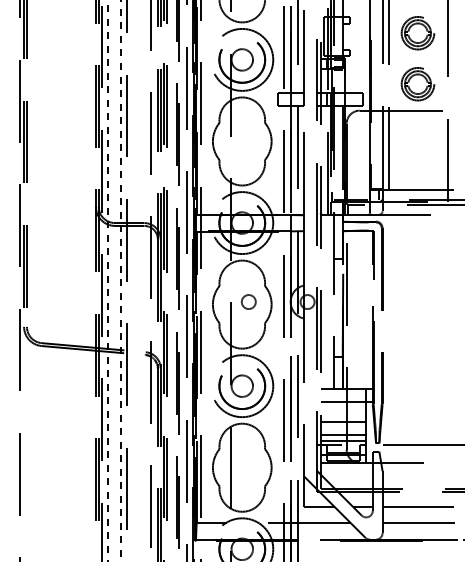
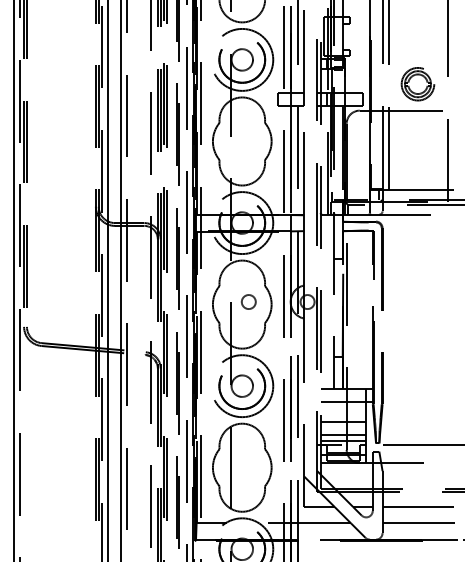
part at (417, 33): present -> none
line at (13, 280): none -> present
line at (108, 280): dashed -> solid
line at (121, 281): dashed -> solid
